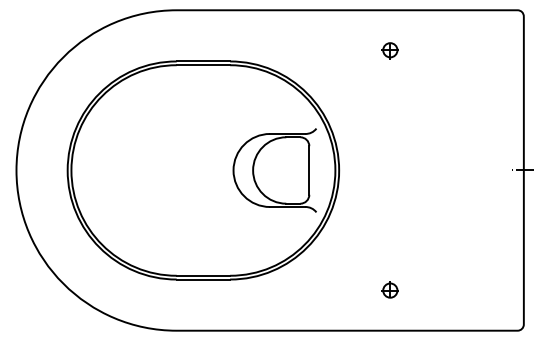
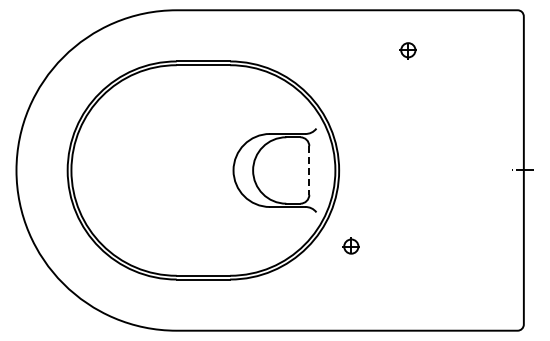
part at (389, 50) position: (389, 50) -> (407, 50)
line at (309, 170): solid -> dashed
part at (389, 289) position: (389, 289) -> (350, 245)
